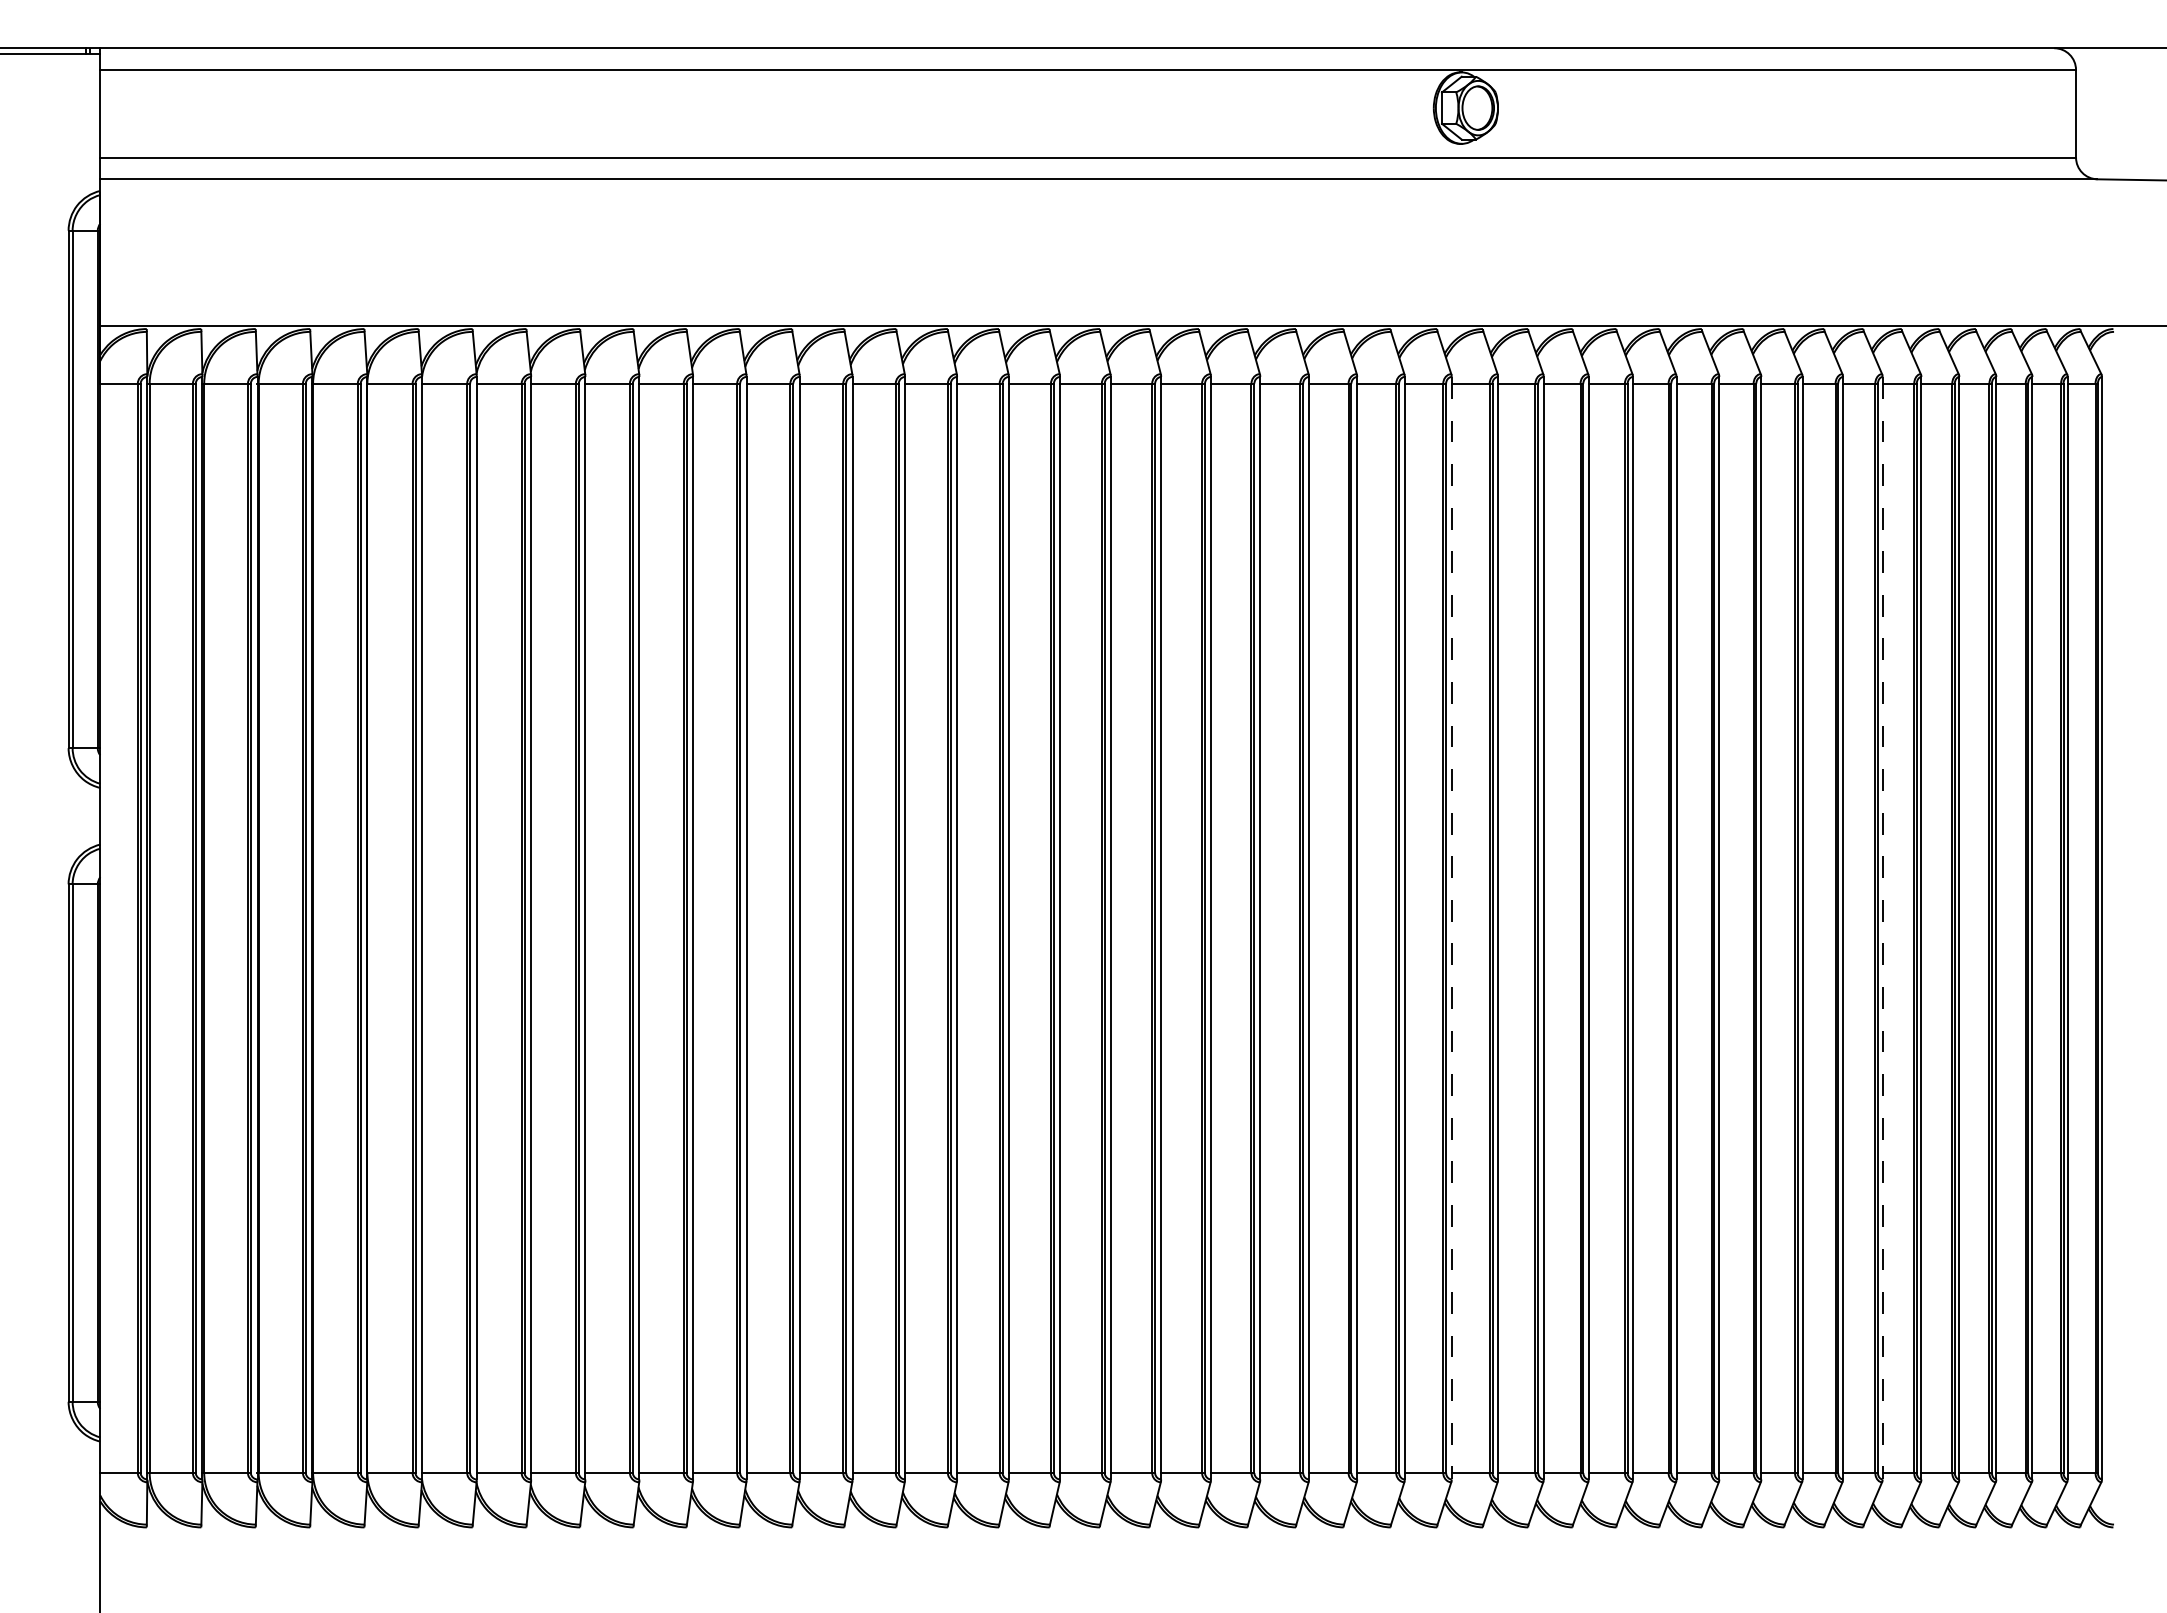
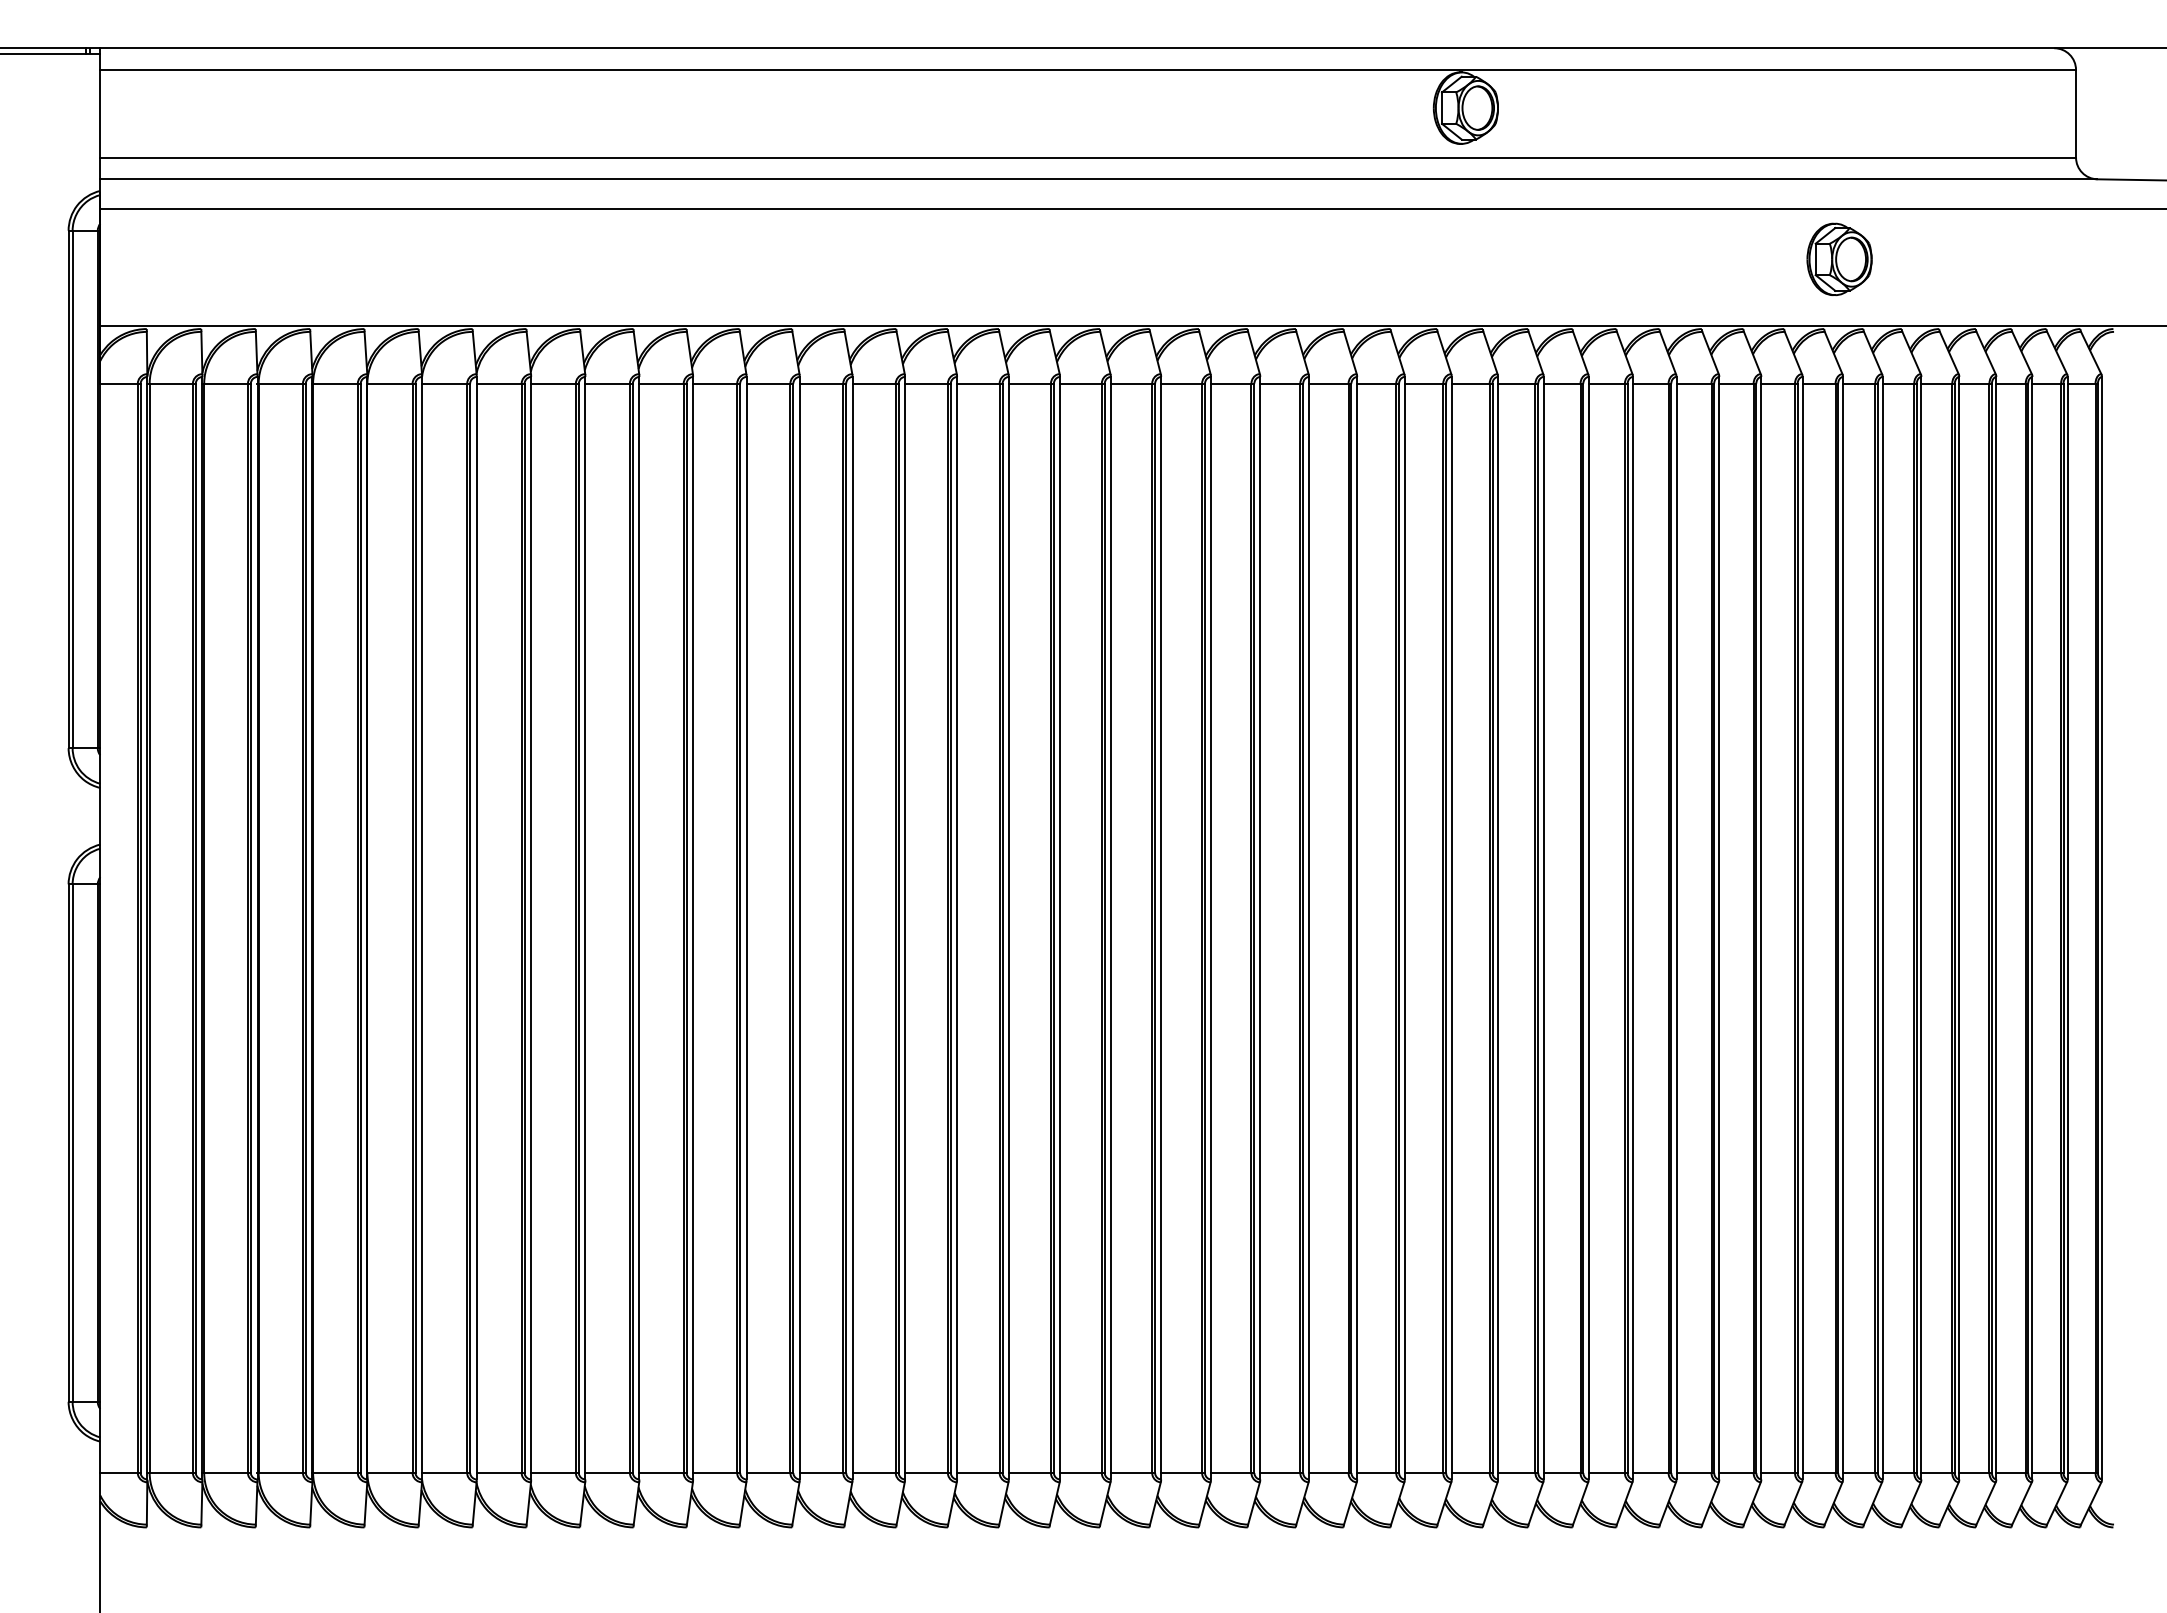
line at (1131, 209): none -> present
part at (1839, 258): none -> present
line at (1451, 928): dashed -> solid
line at (1882, 928): dashed -> solid
